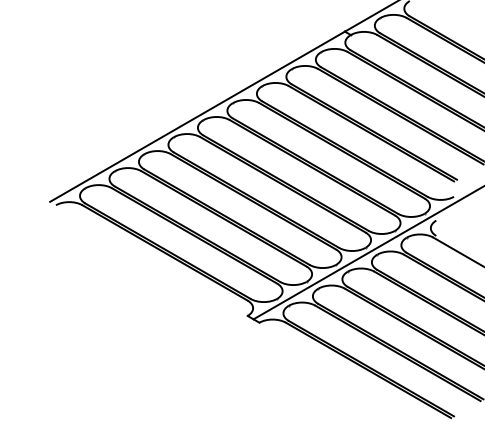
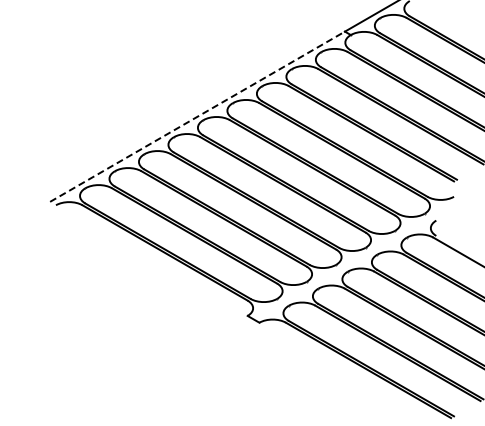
line at (197, 116): solid -> dashed
line at (367, 253): present -> none
